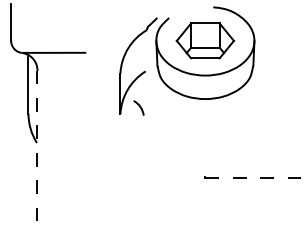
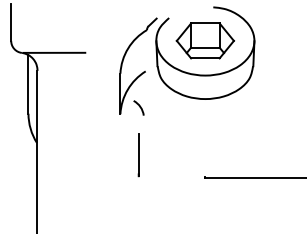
line at (36, 152): dashed -> solid
line at (138, 155): none -> present
line at (256, 177): dashed -> solid
